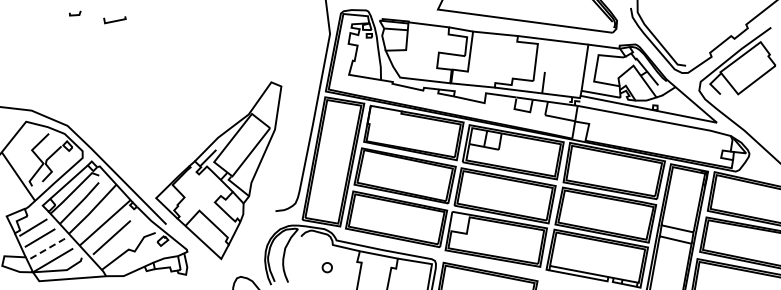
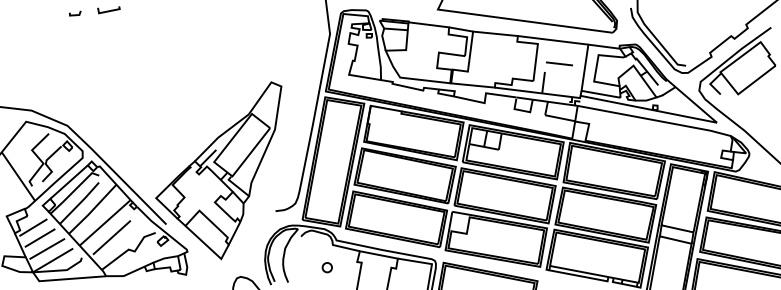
line at (114, 20) position: (114, 20) -> (108, 10)
line at (559, 63): none -> present
line at (47, 248): dashed -> solid
